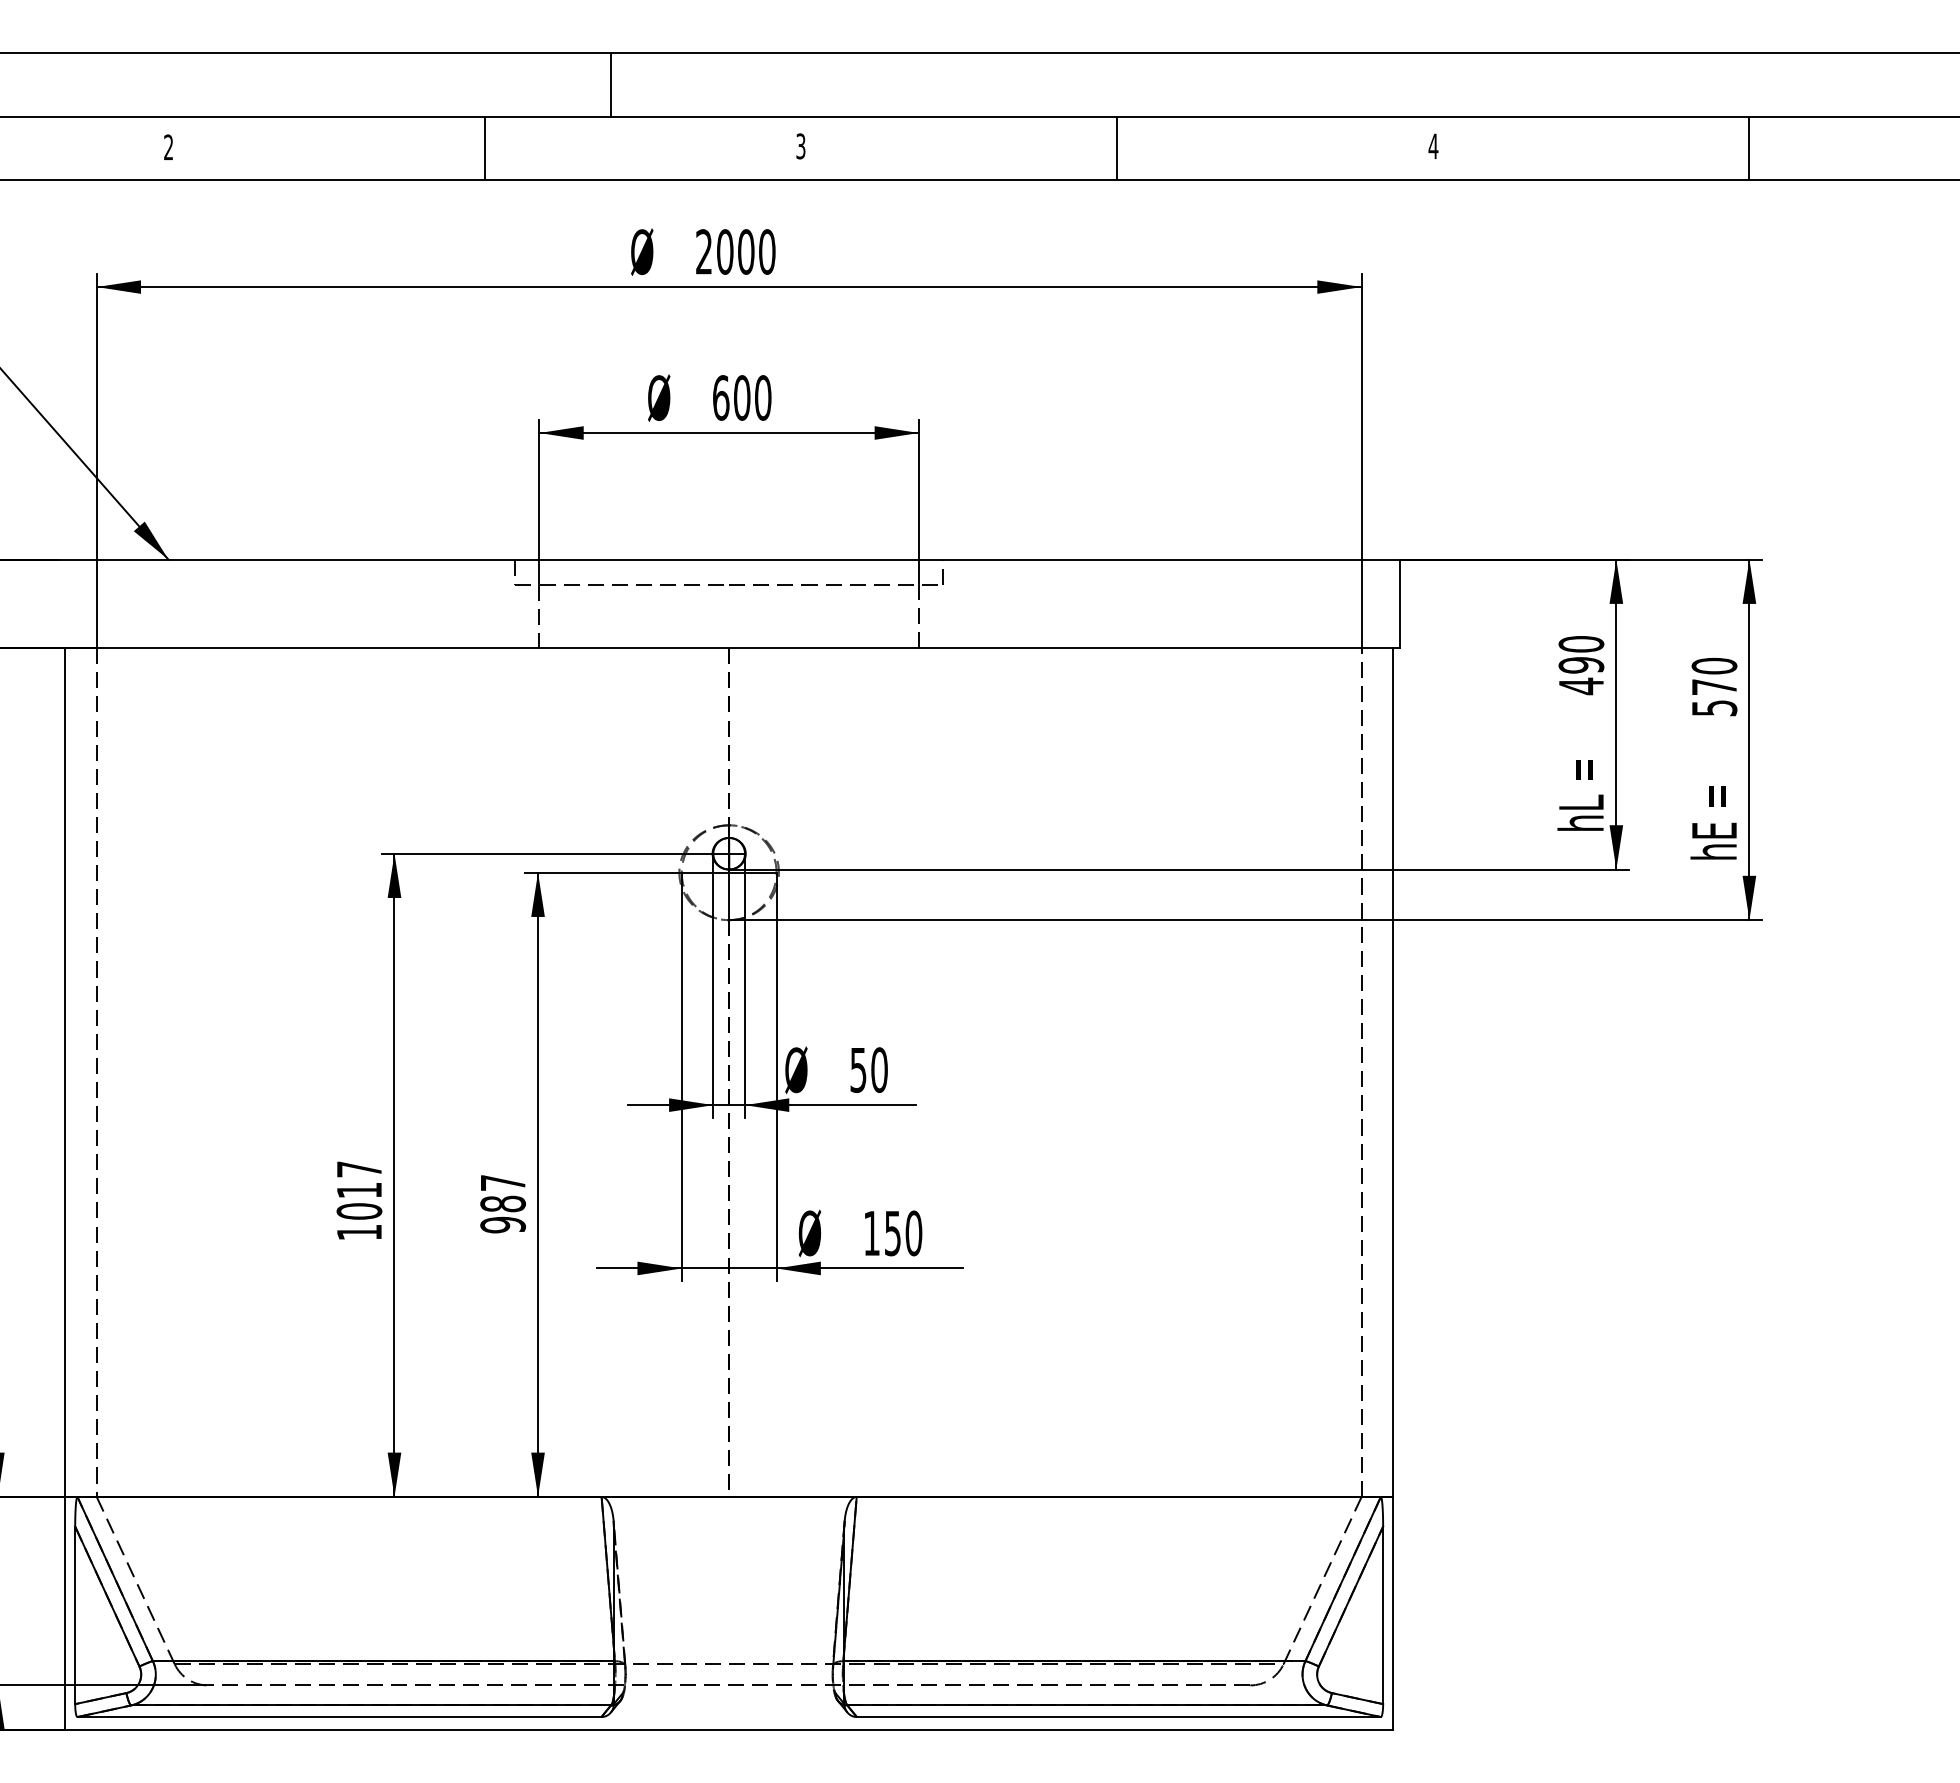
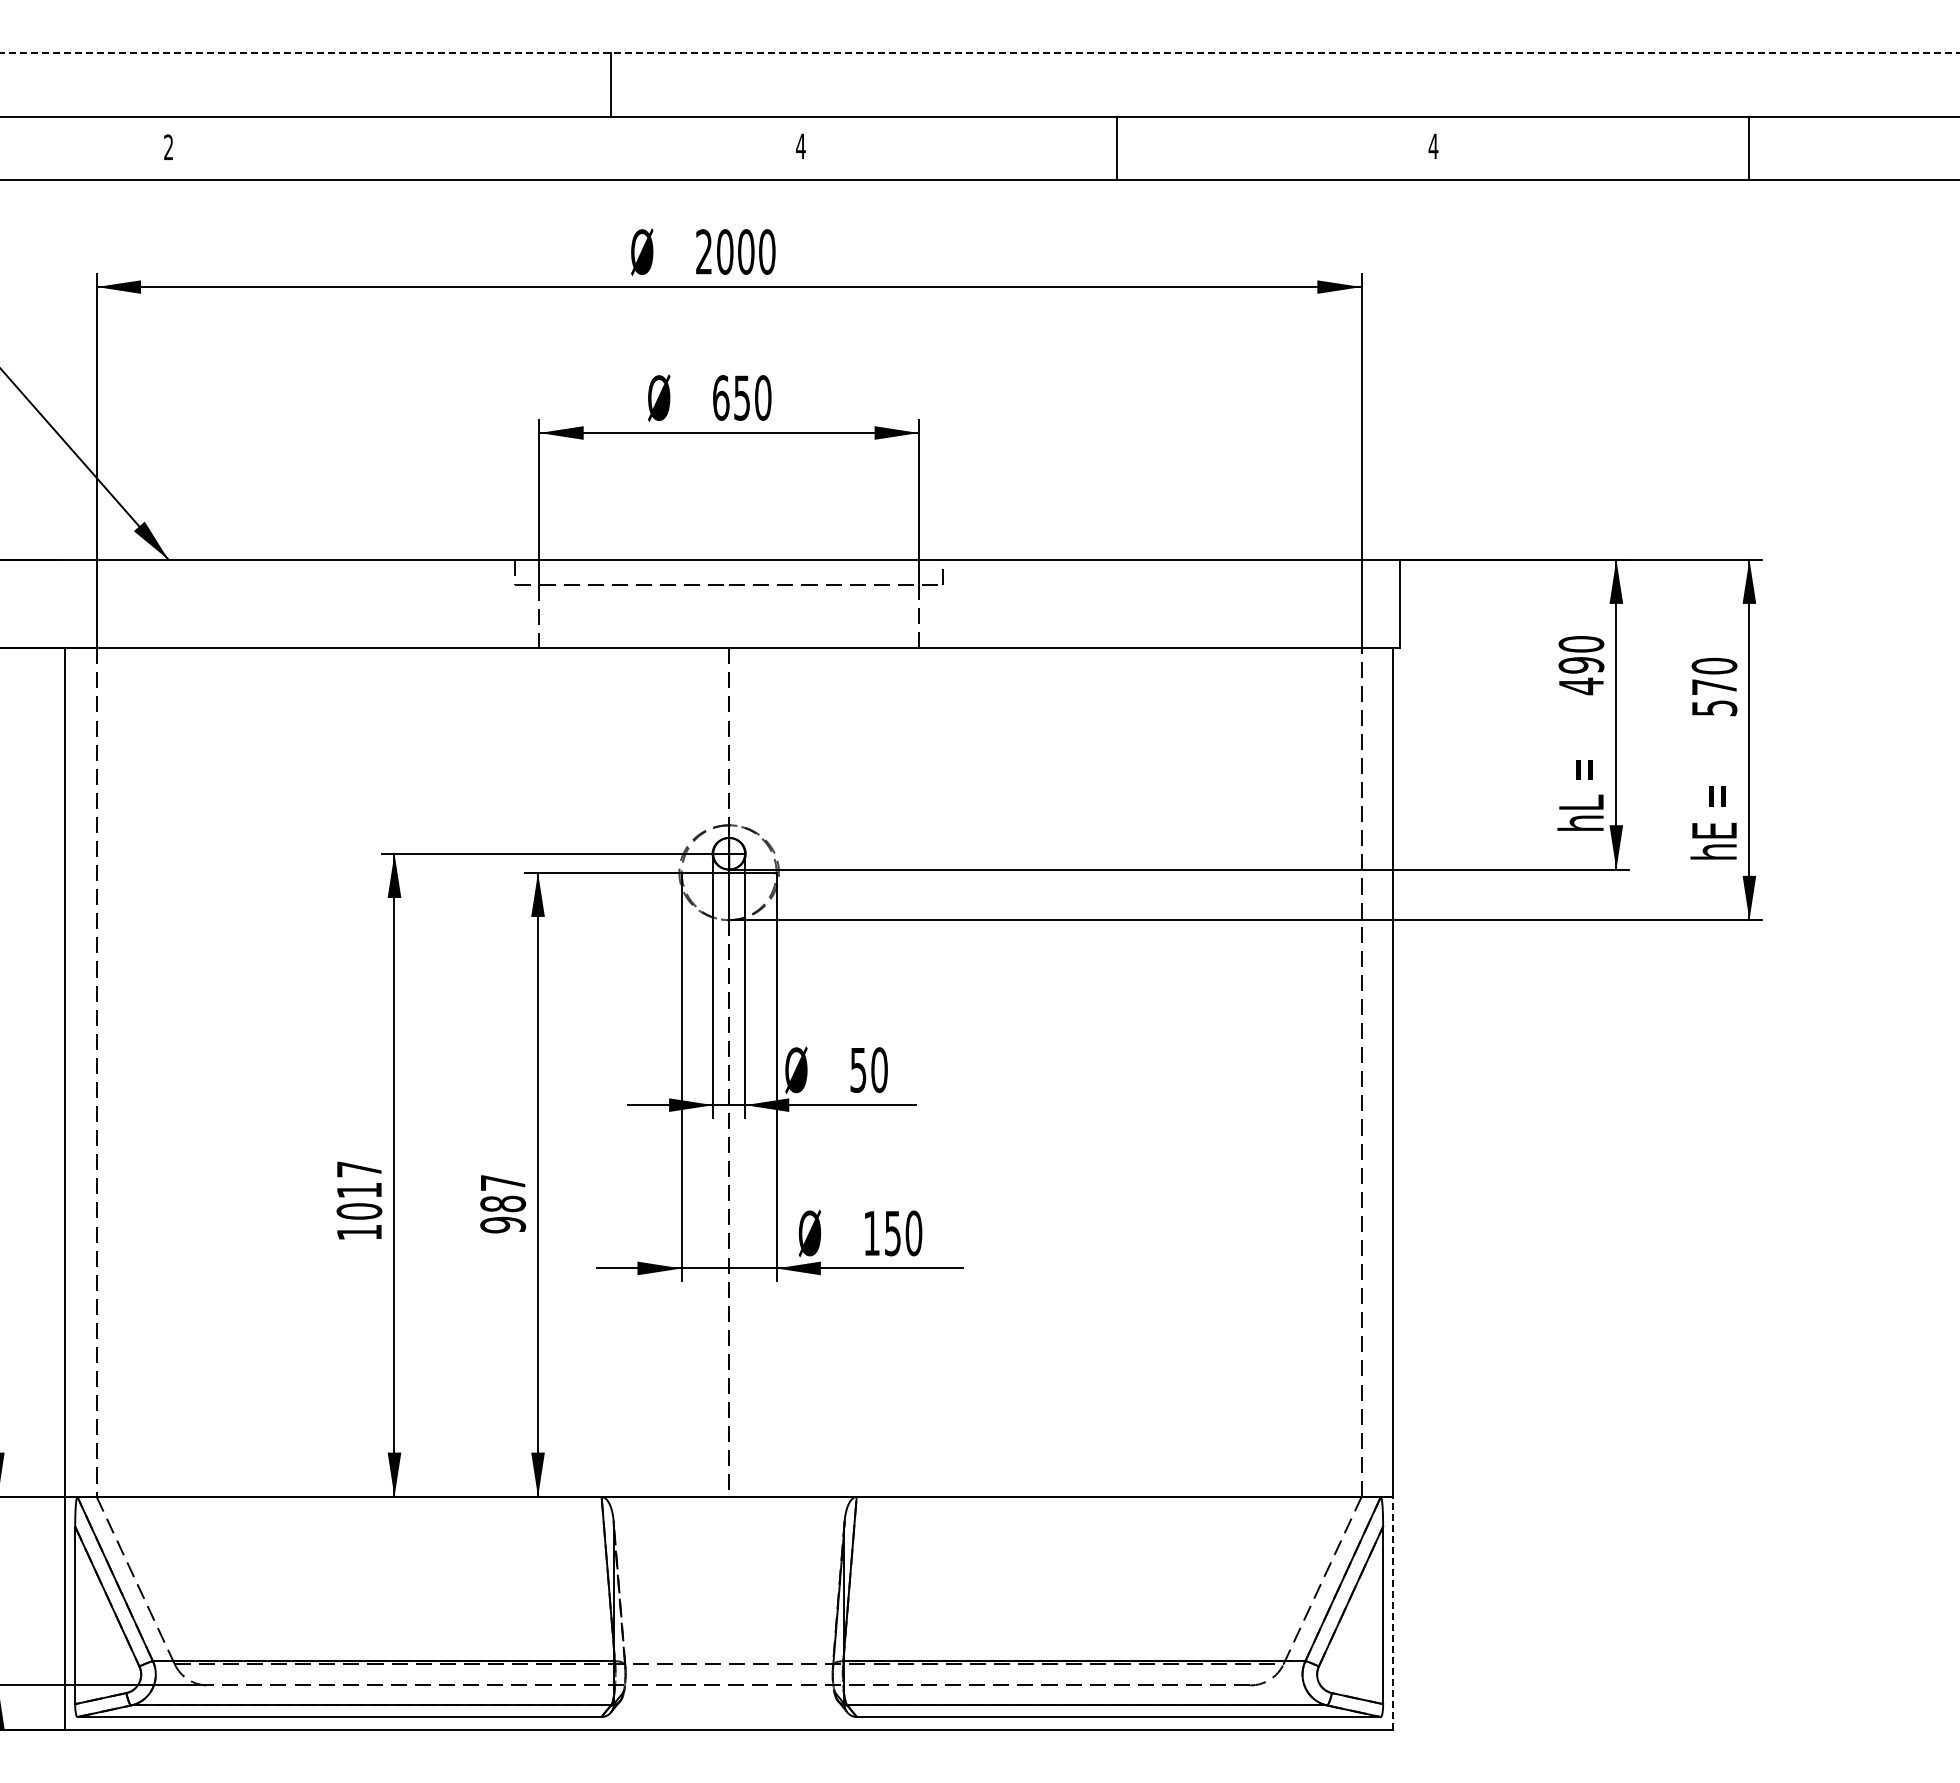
line at (980, 53): solid -> dashed
text at (800, 146): 3 -> 4
line at (484, 147): present -> none
text at (742, 397): 600 -> 650
line at (1393, 1612): solid -> dashed
